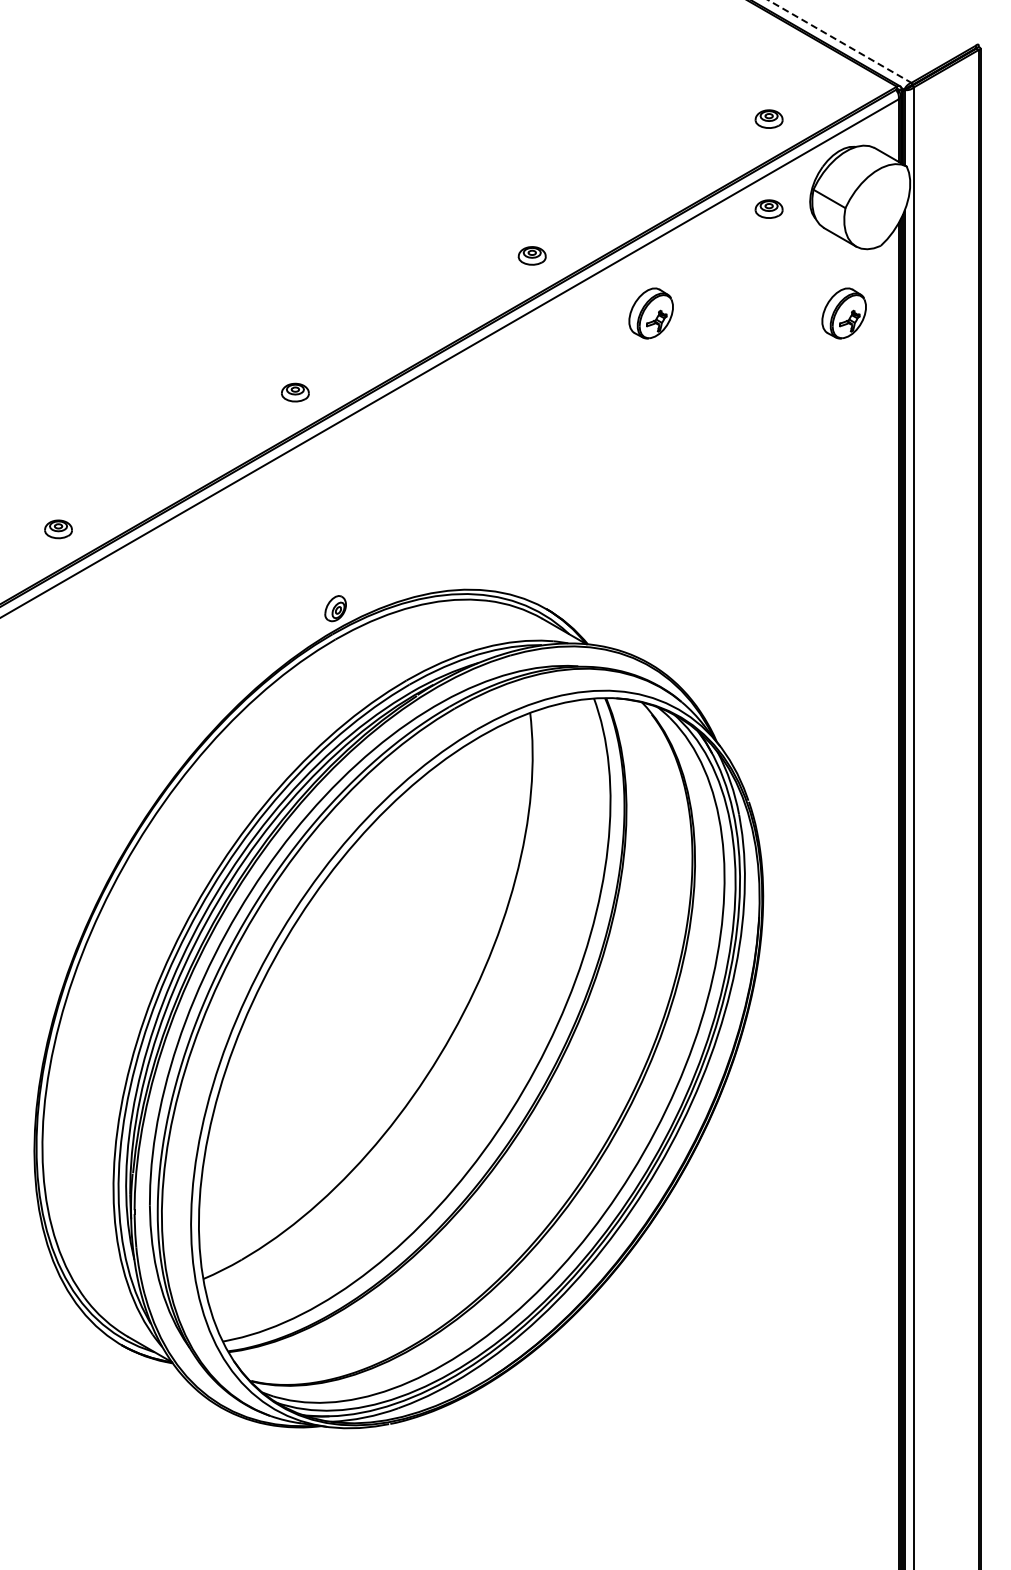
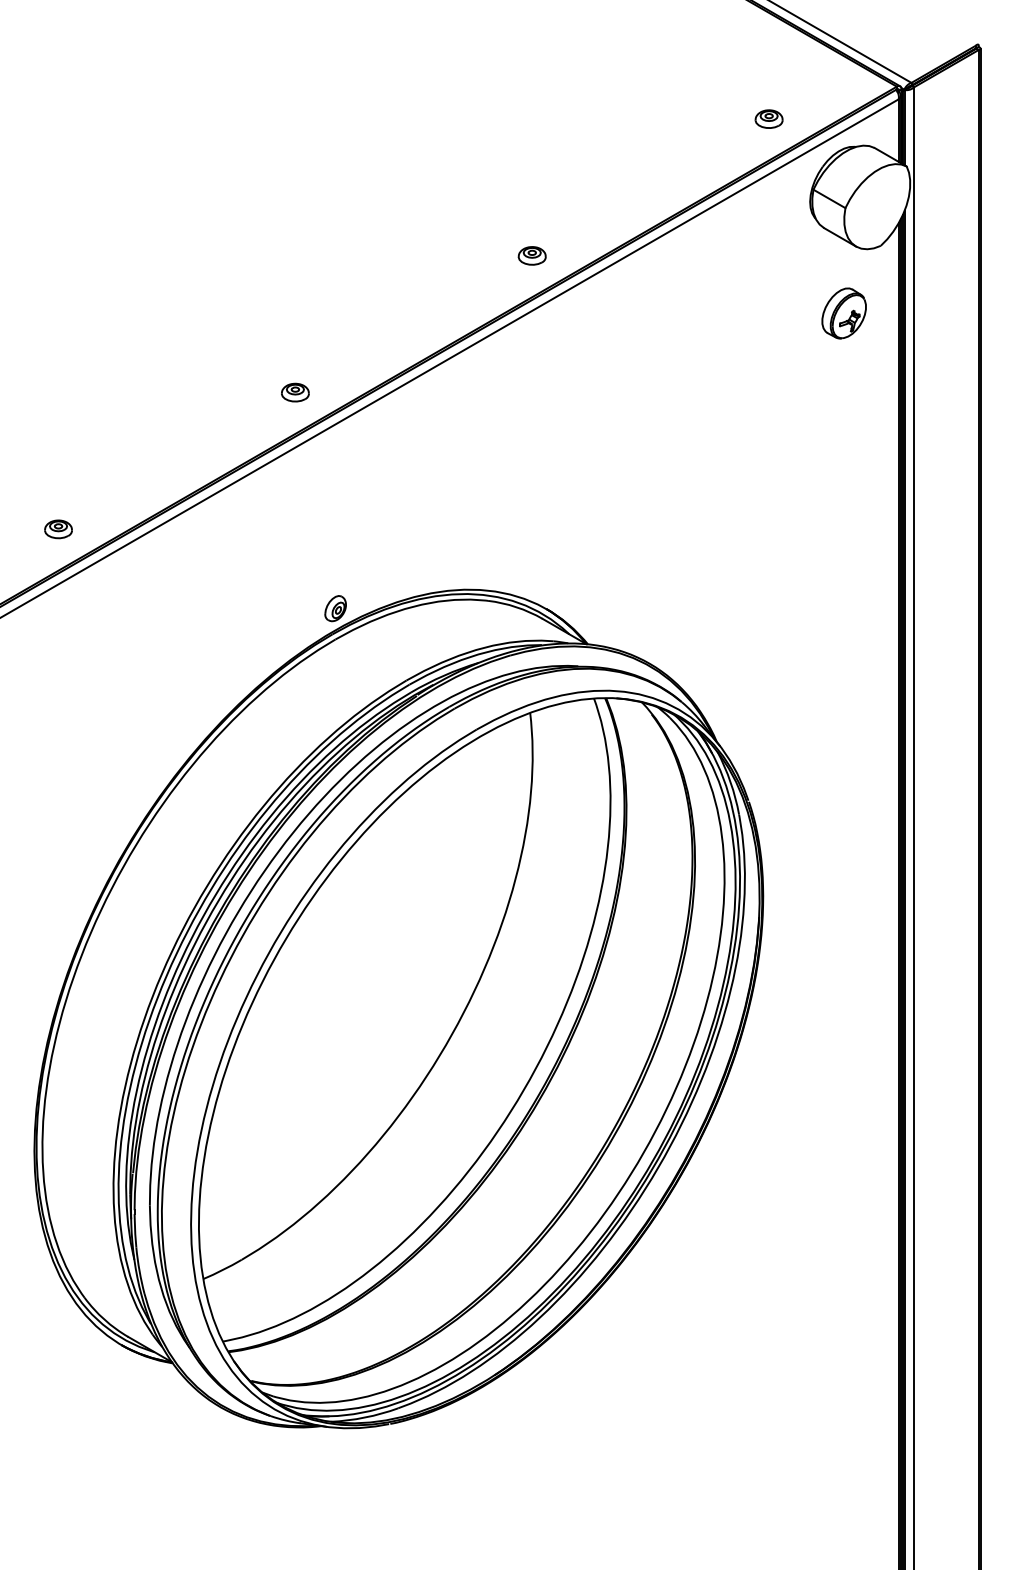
line at (840, 41): dashed -> solid
part at (768, 208): present -> none
part at (650, 313): present -> none
